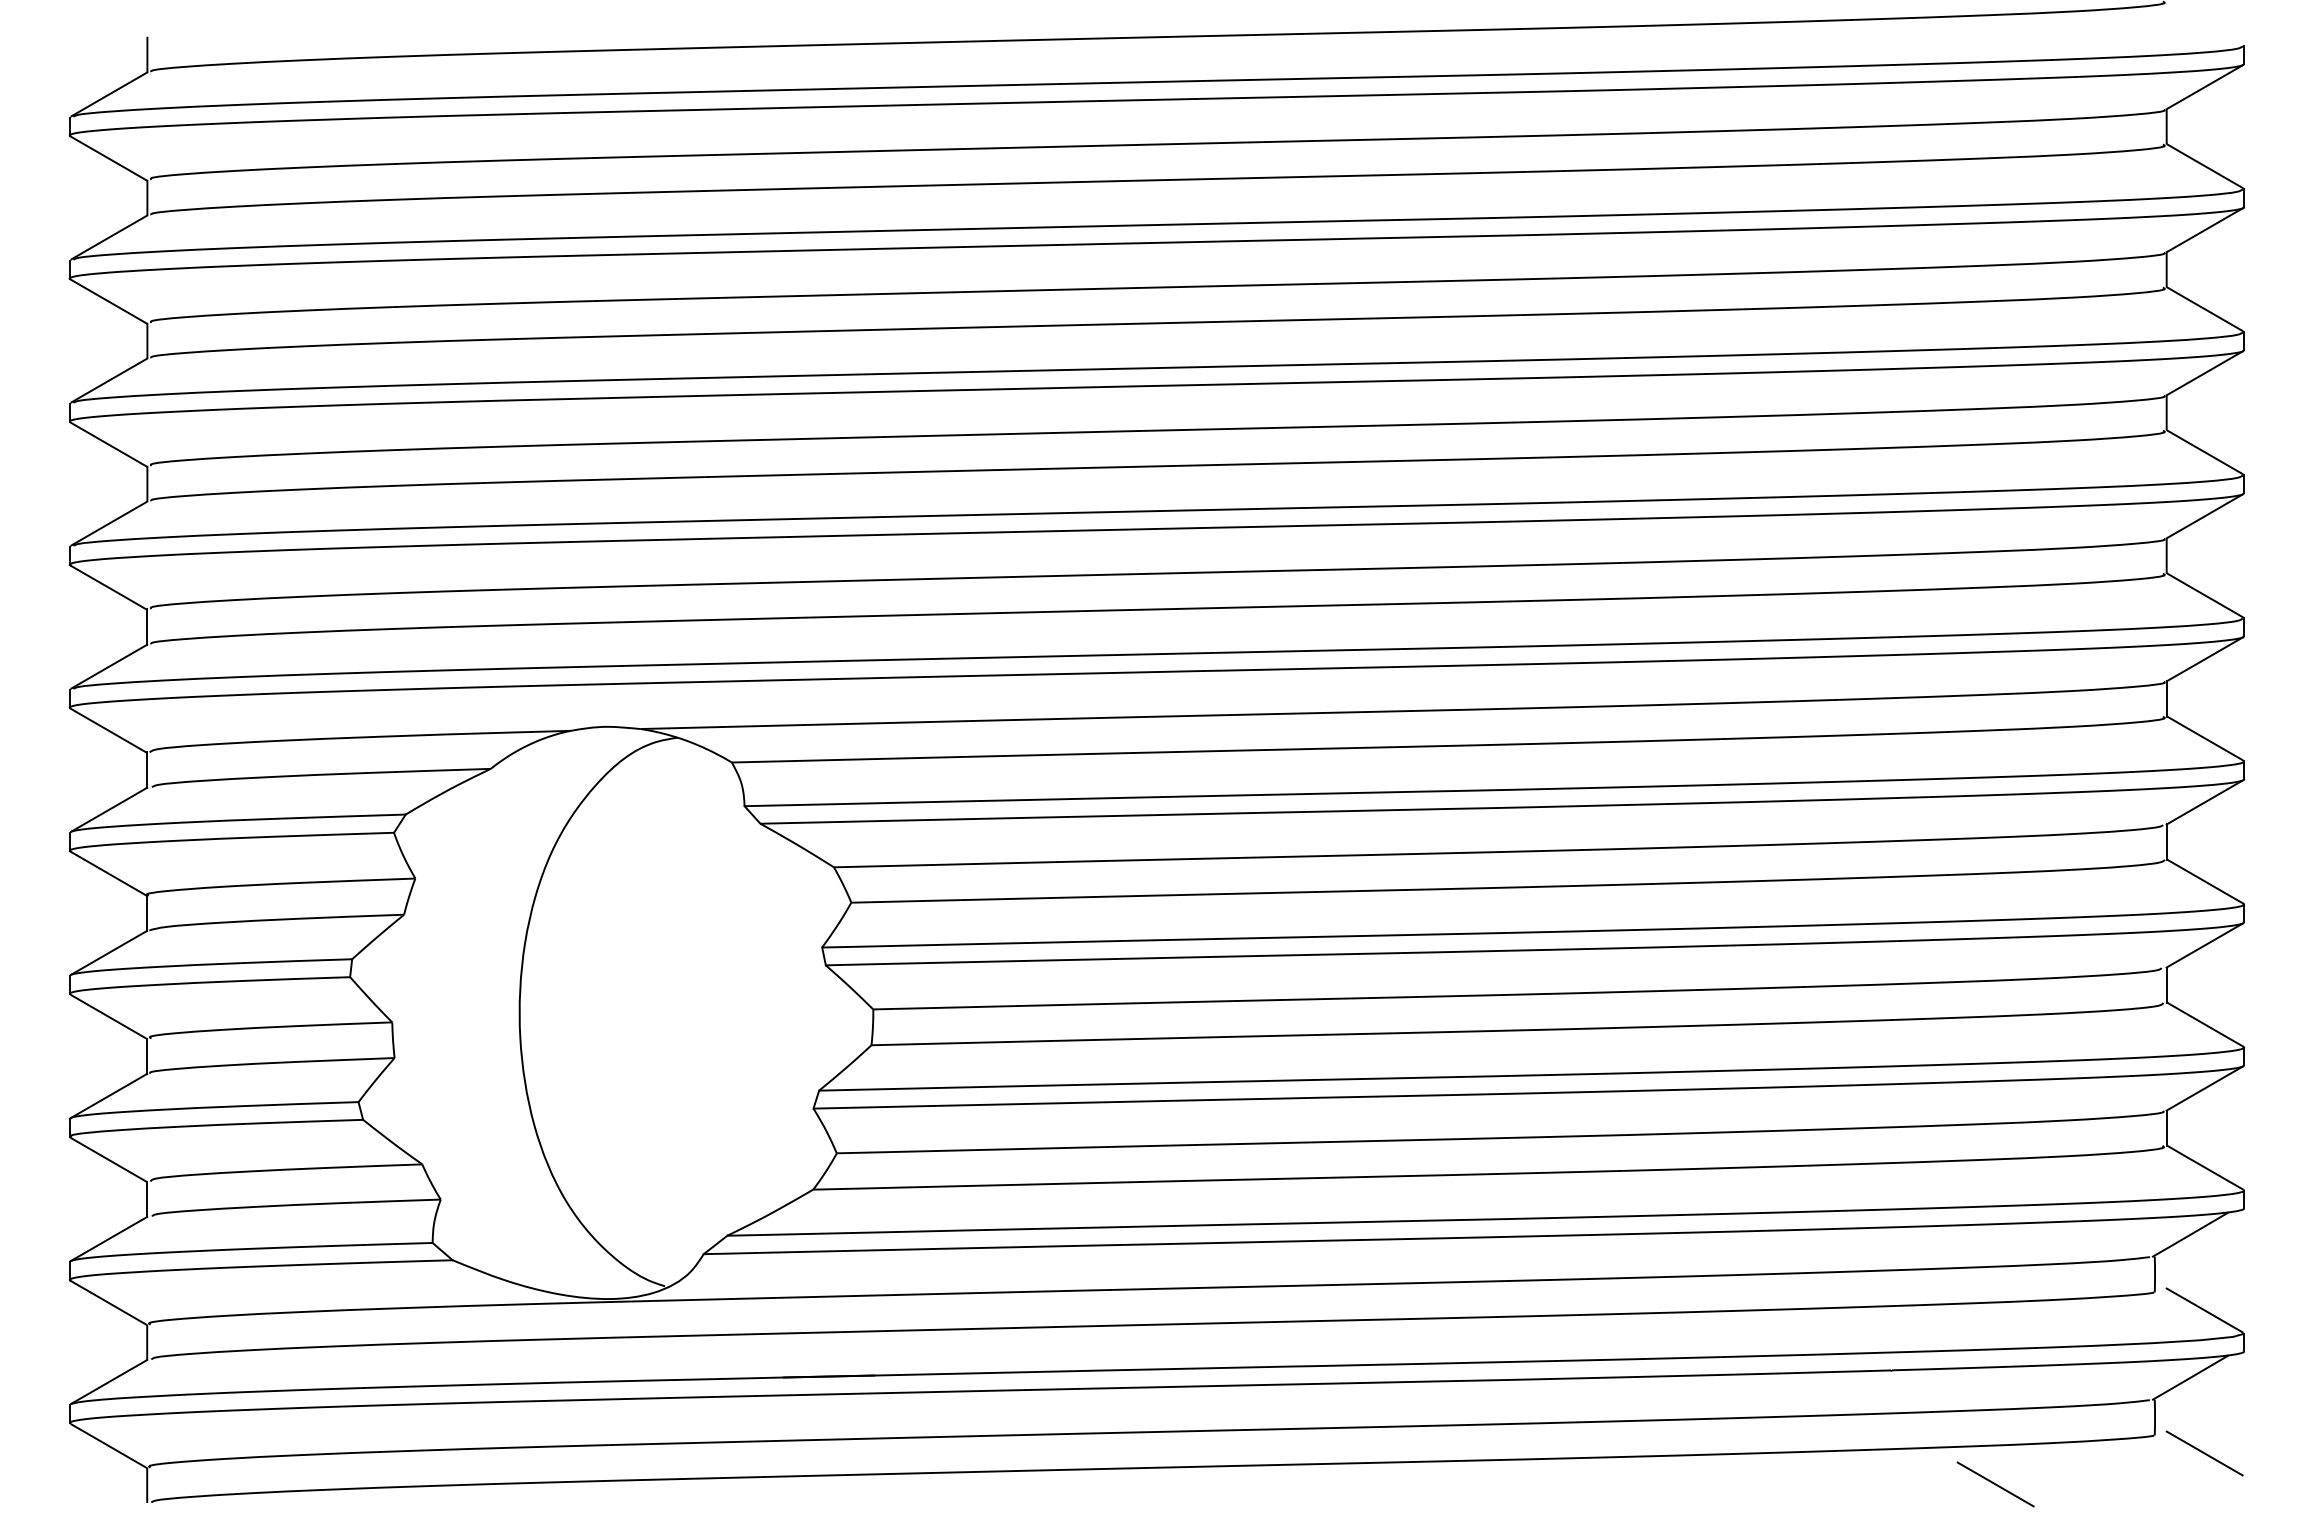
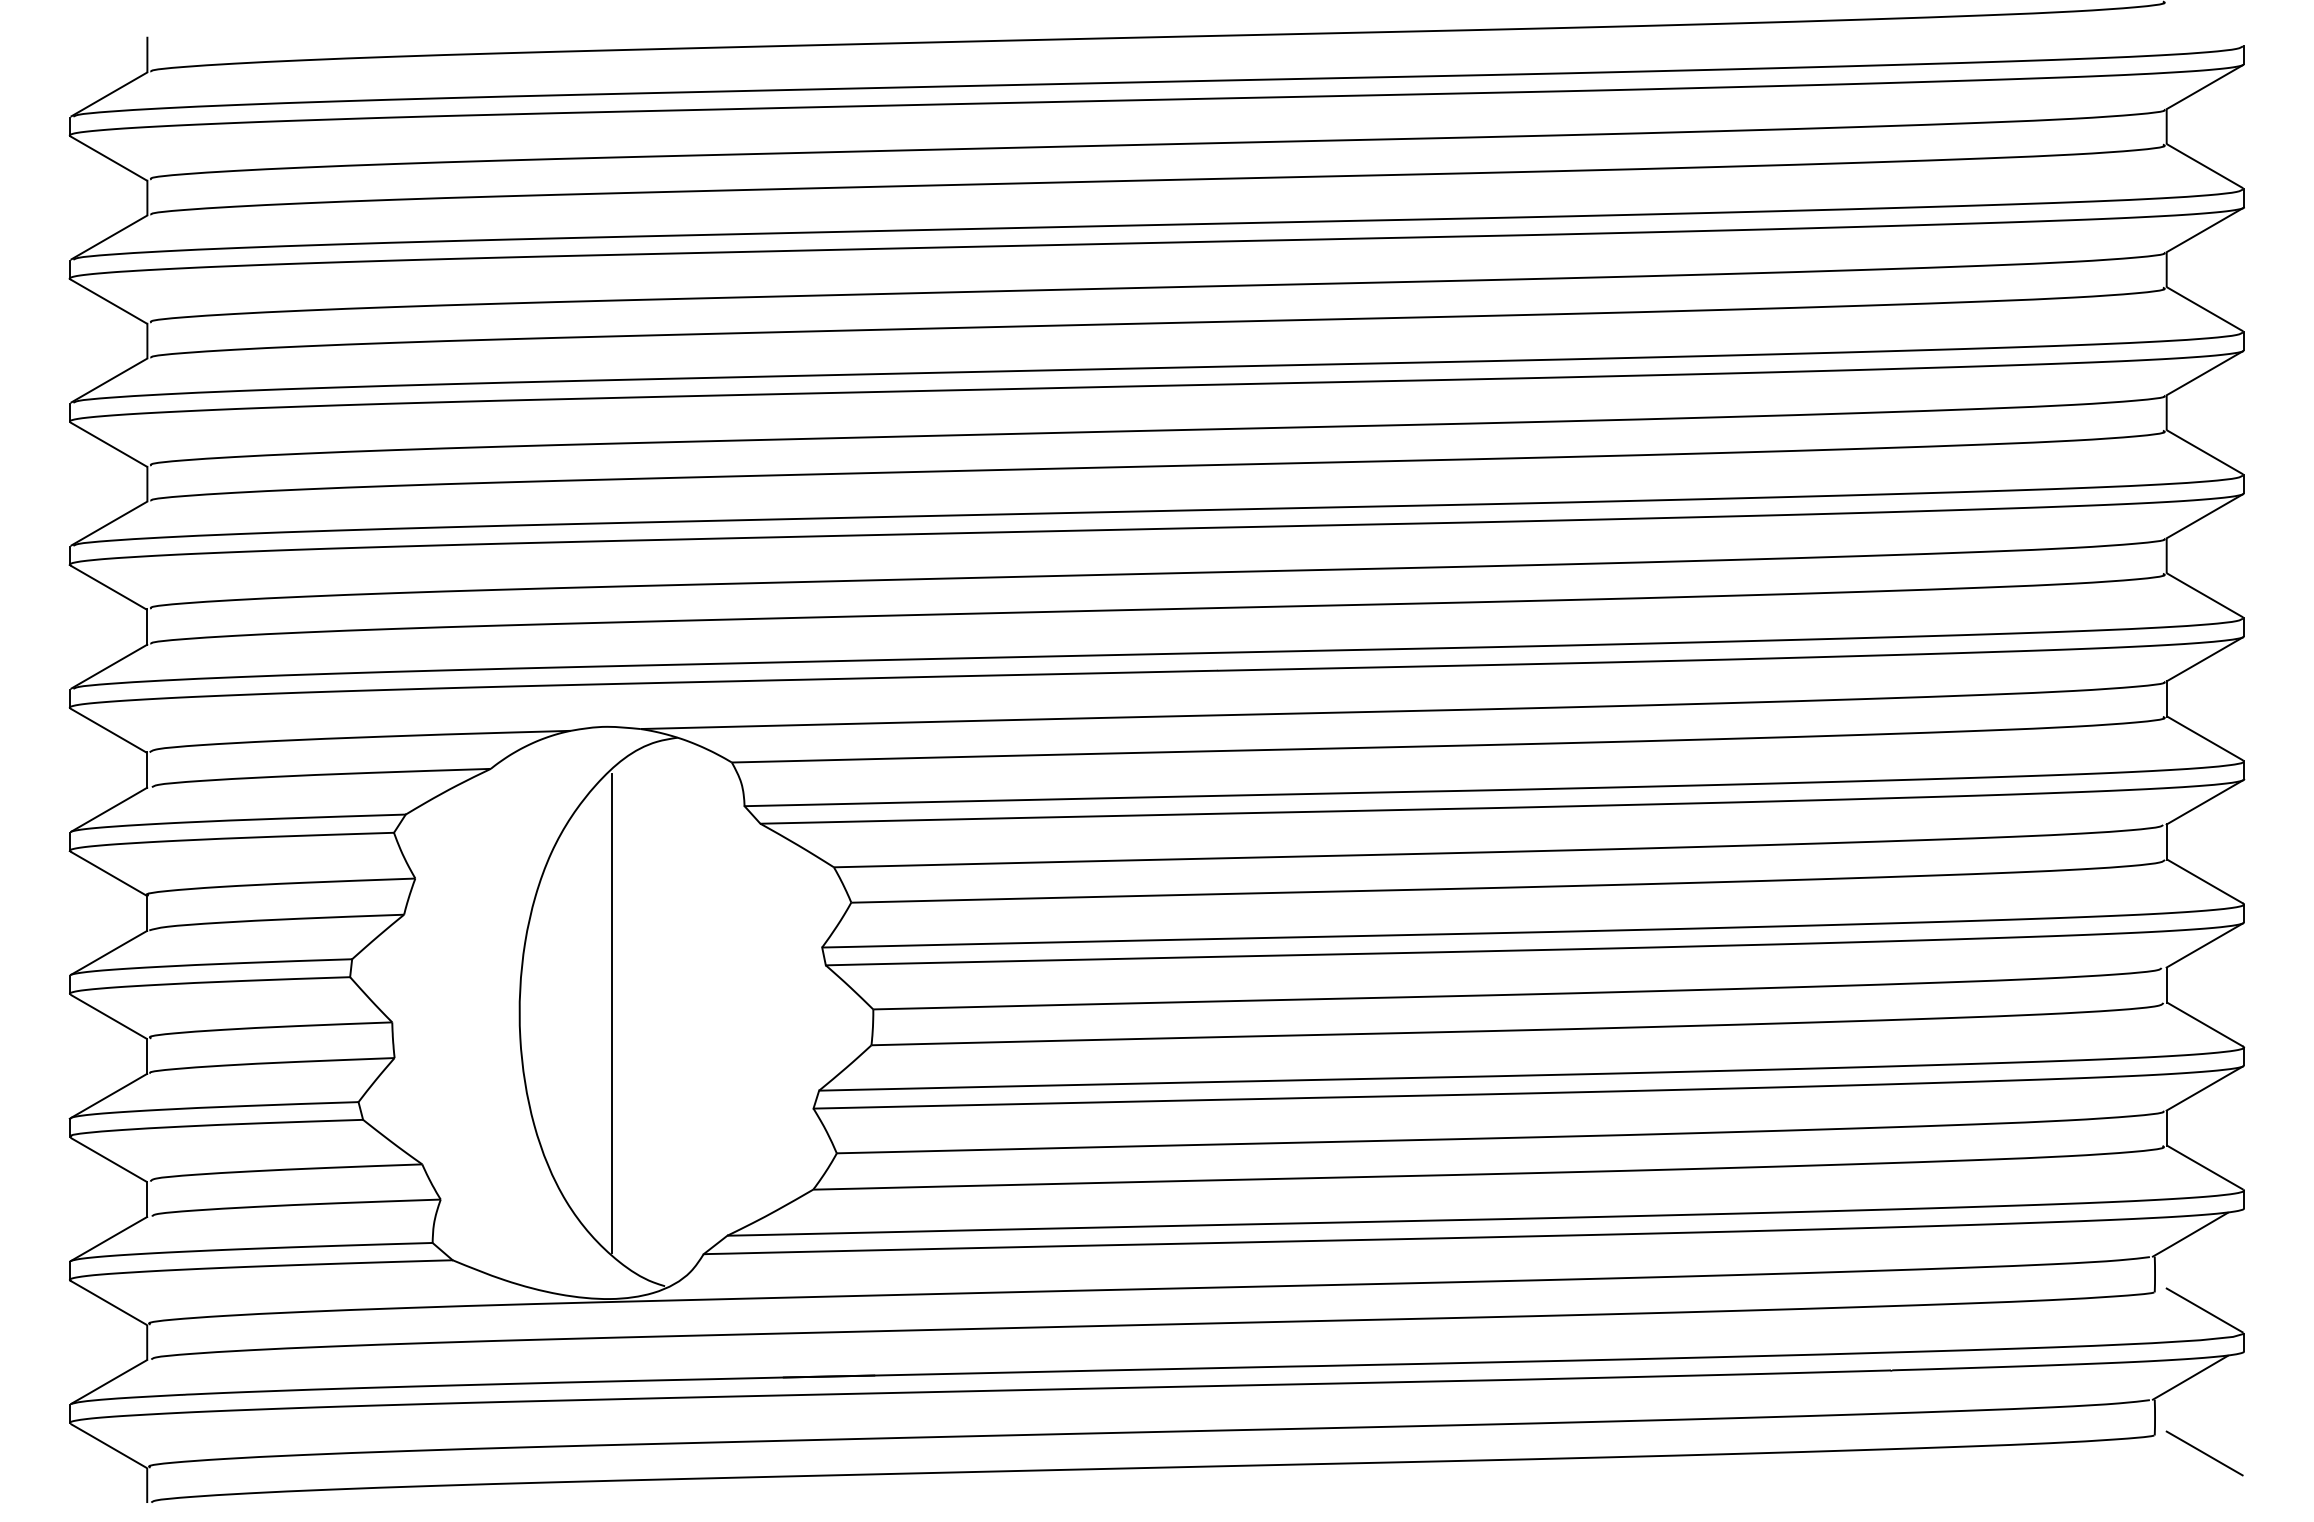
line at (611, 1013): none -> present
line at (1995, 1484): present -> none
